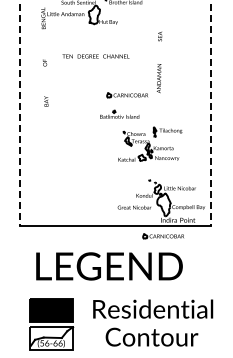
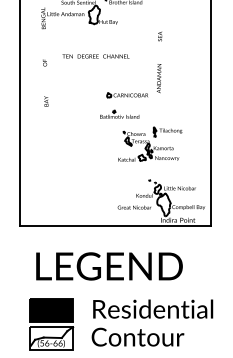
line at (19, 113): dashed -> solid
line at (210, 113): dashed -> solid
part at (162, 236): present -> none
text at (151, 336) position: (151, 336) -> (137, 336)
